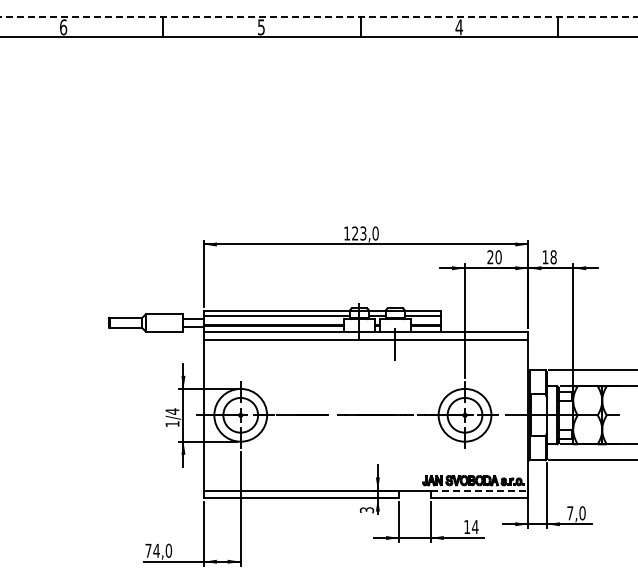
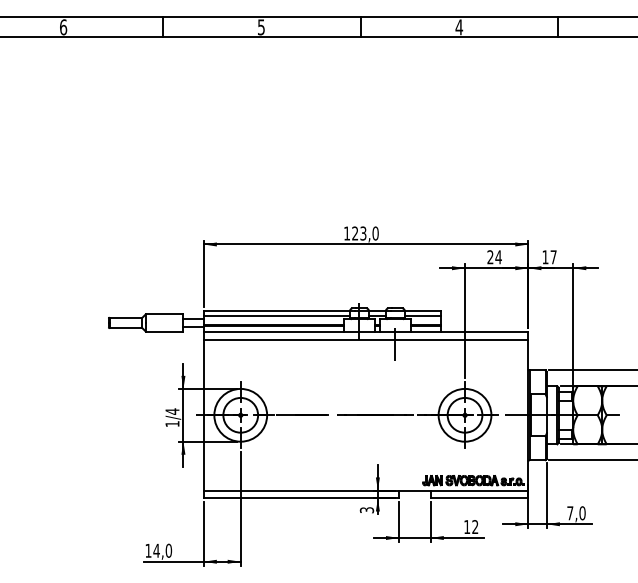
line at (319, 17): dashed -> solid
text at (498, 257): 20 -> 24
text at (553, 257): 18 -> 17
line at (479, 490): dashed -> solid
text at (475, 526): 14 -> 12
text at (148, 550): 74,0 -> 14,0
